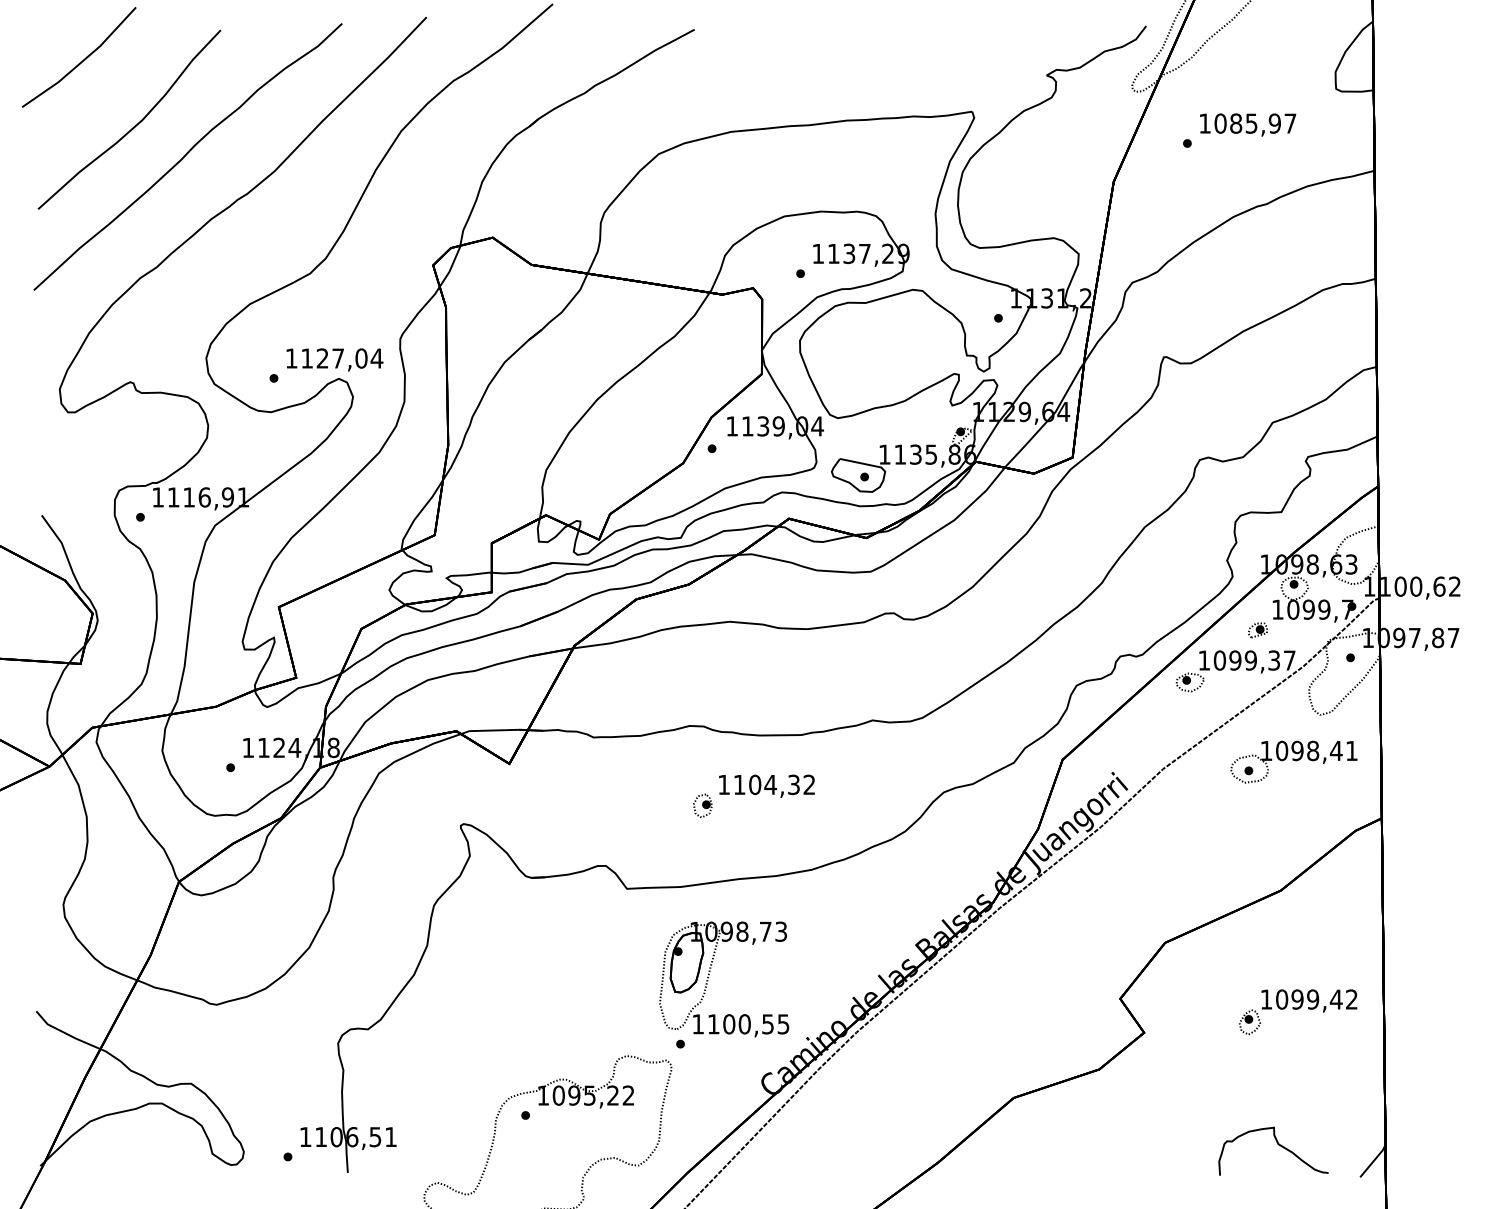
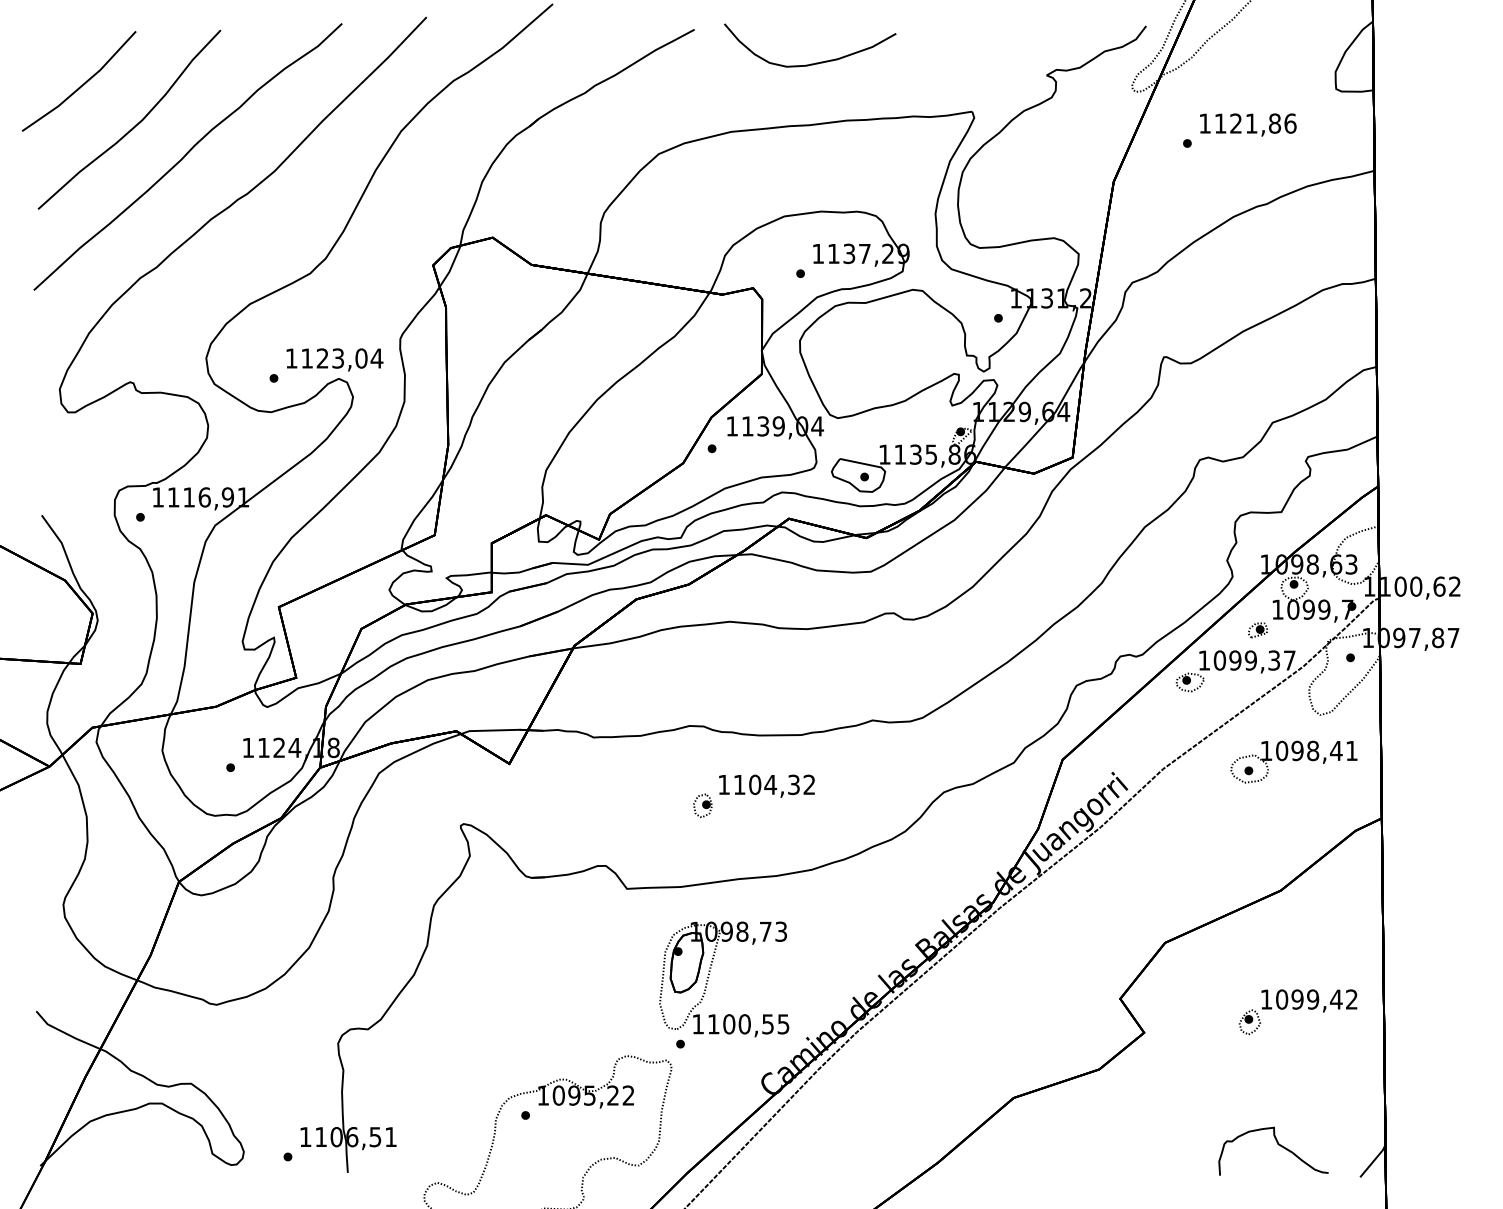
line at (80, 61) position: (80, 61) -> (80, 85)
curve at (815, 62): none -> present
text at (1255, 123): 1085,97 -> 1121,86
text at (337, 358): 1127,04 -> 1123,04
